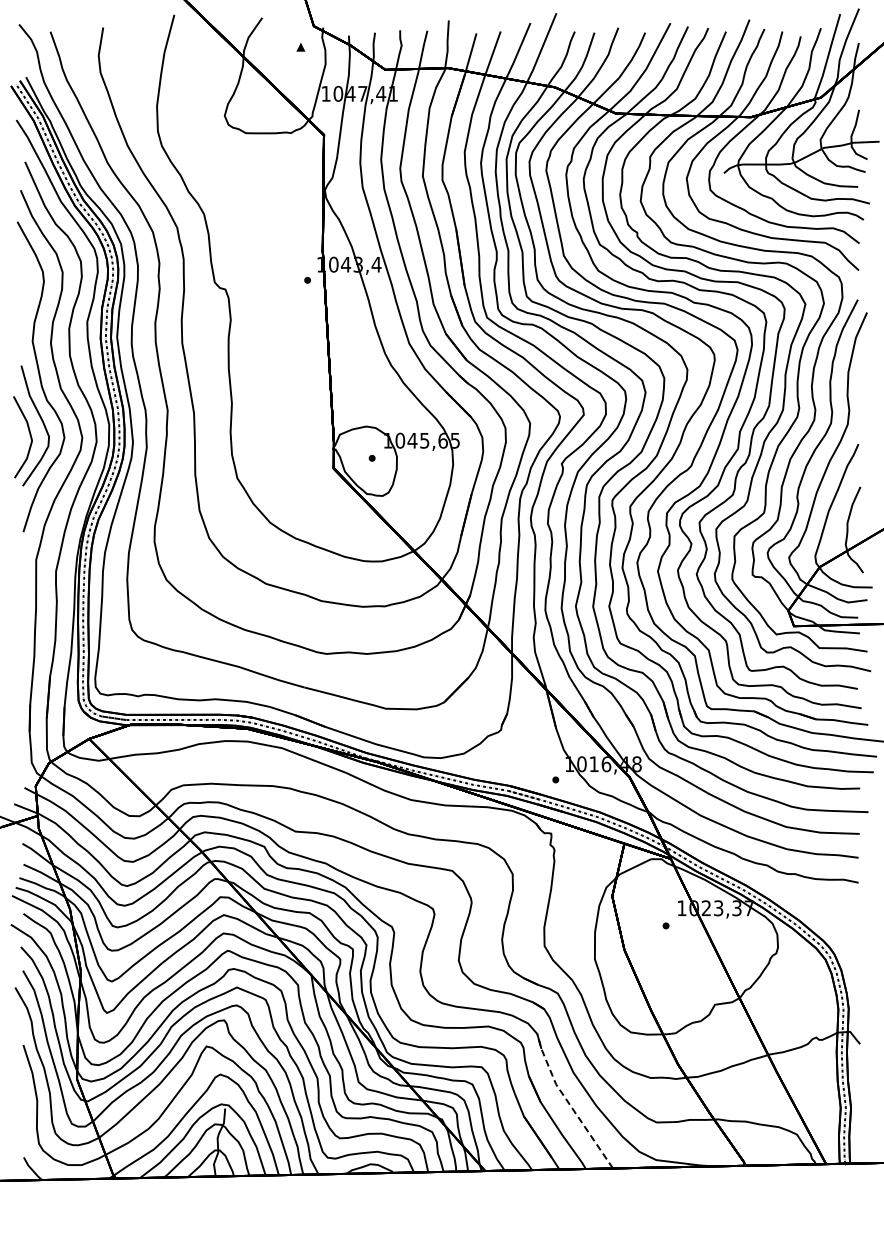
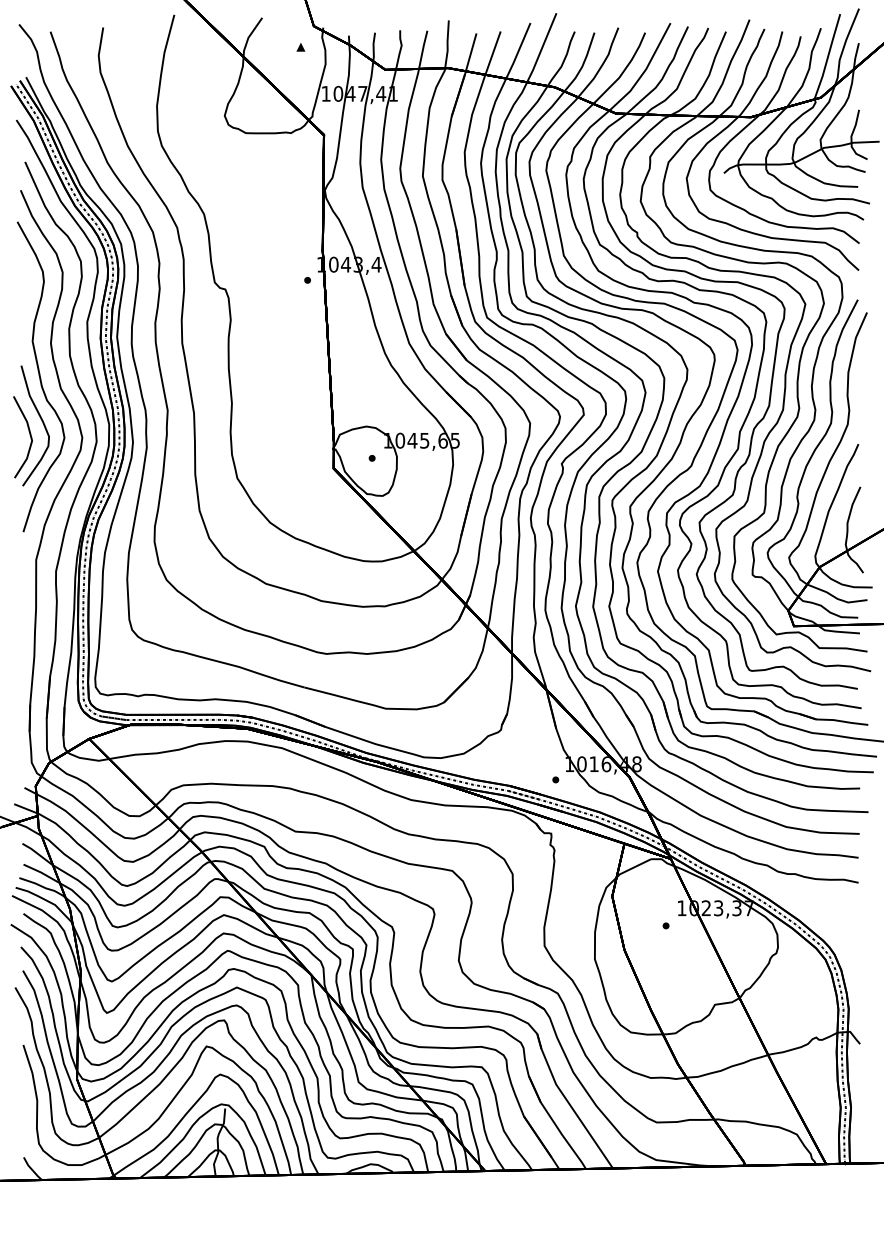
line at (568, 1102): dashed -> solid
